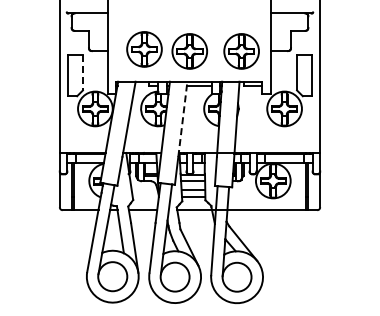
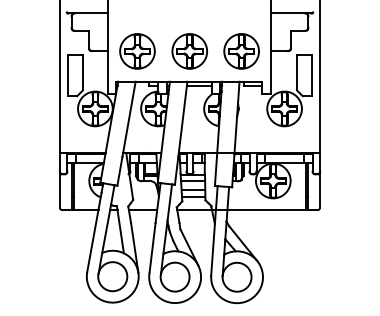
part at (144, 49) position: (144, 49) -> (137, 51)
line at (82, 72): dashed -> solid
line at (182, 119): dashed -> solid
